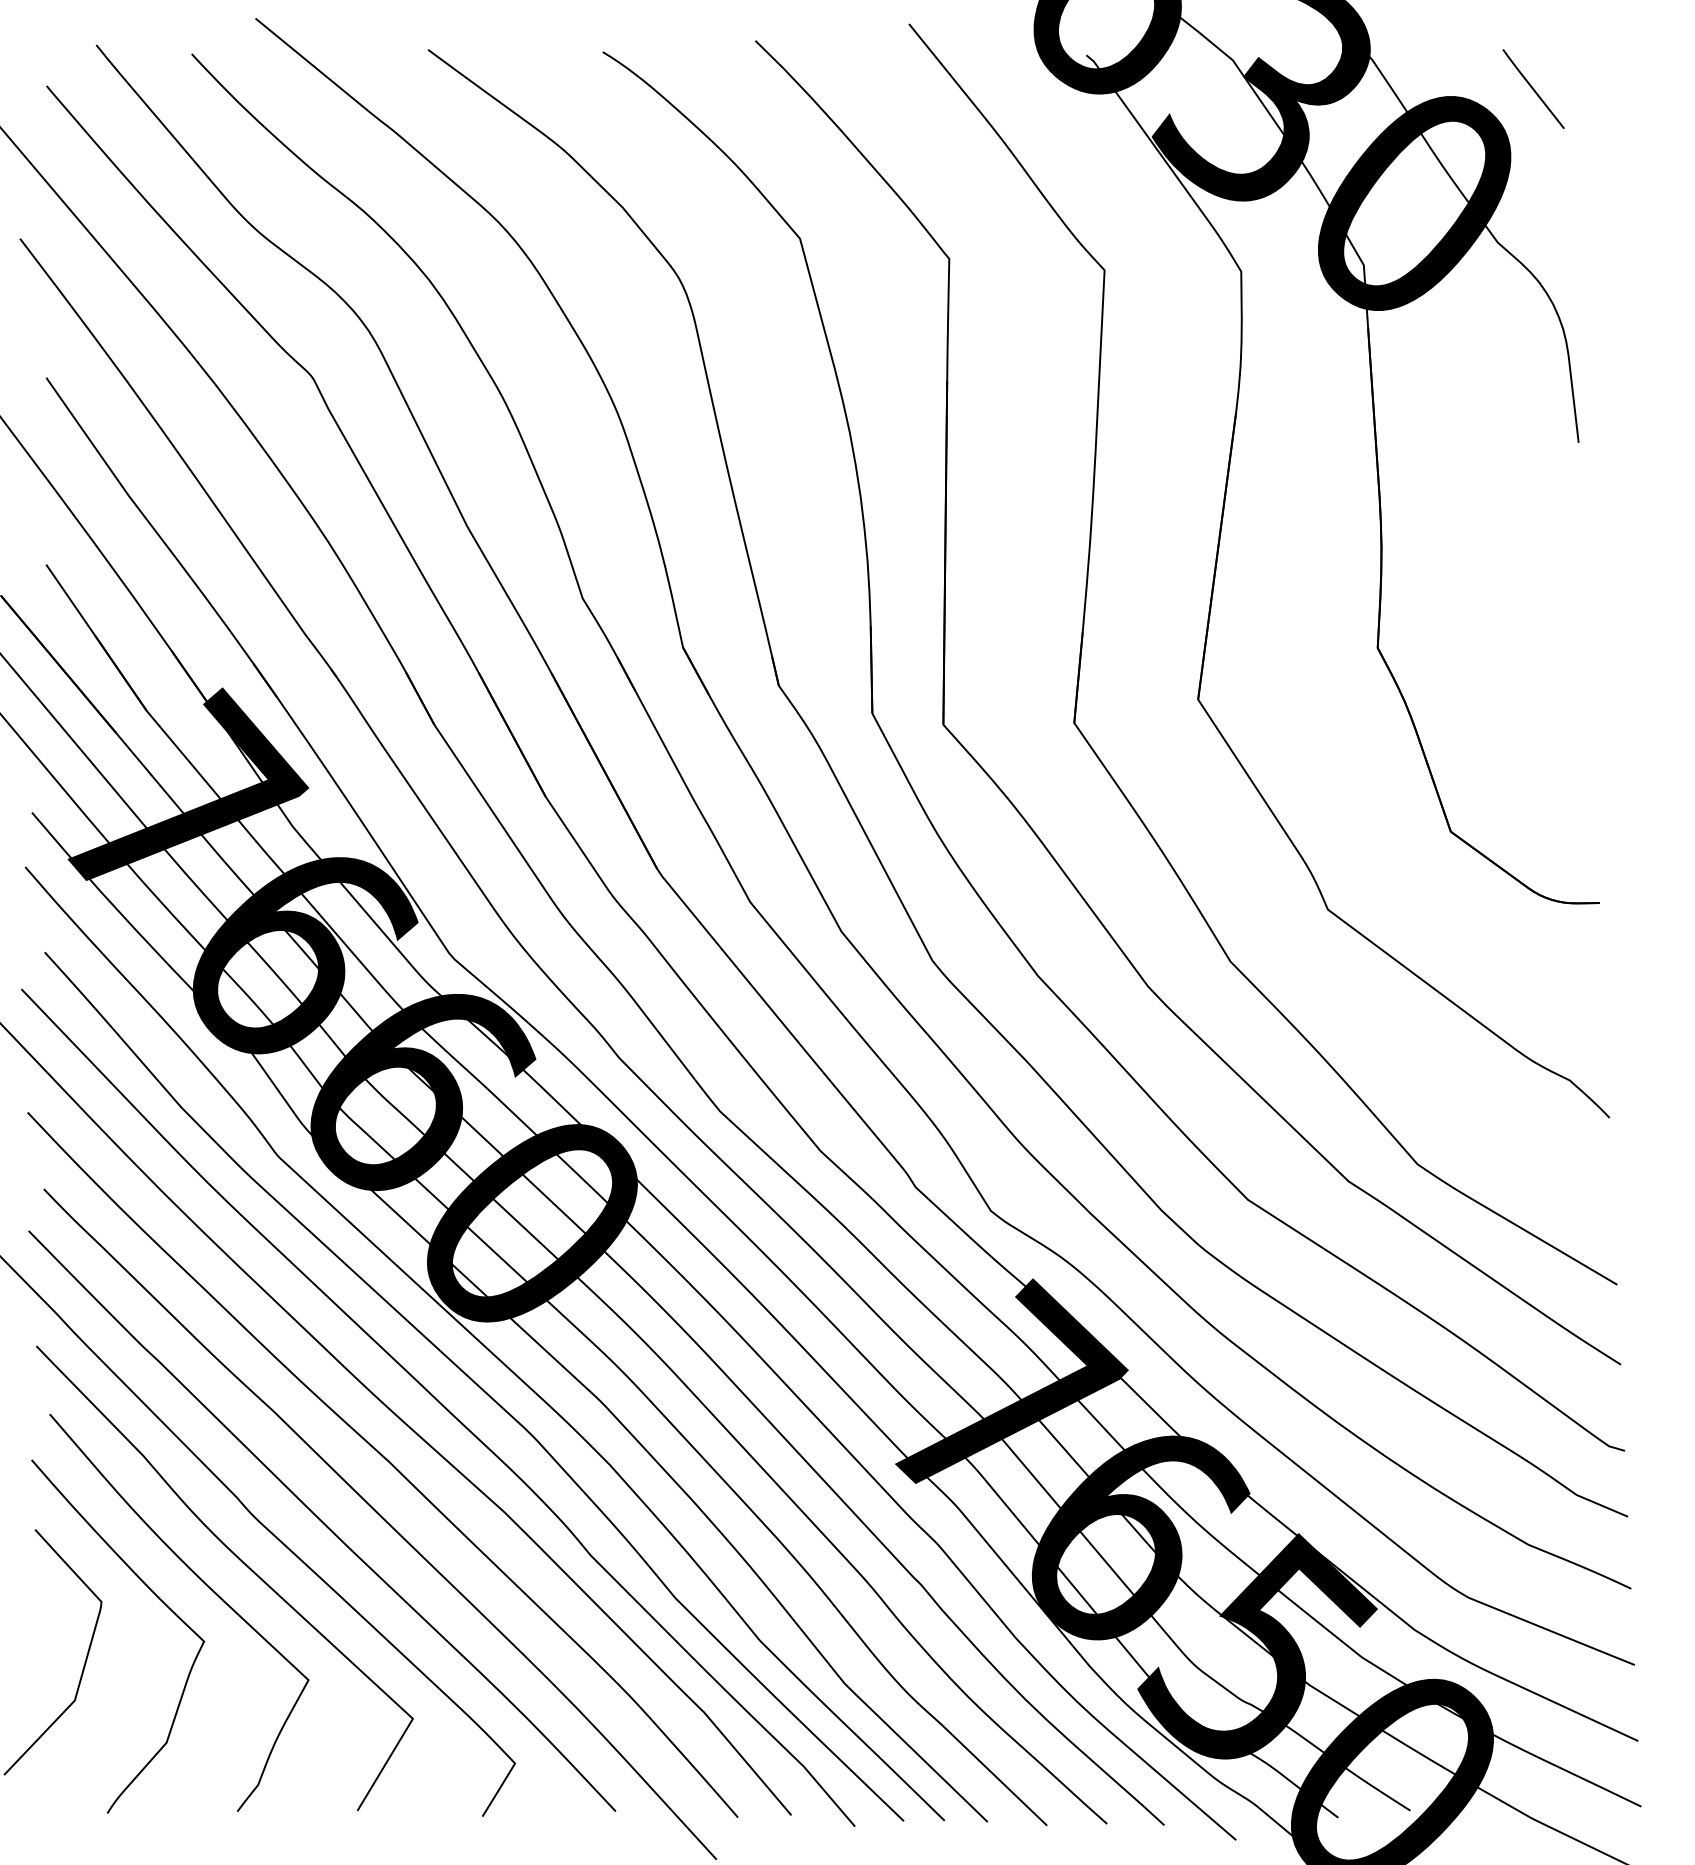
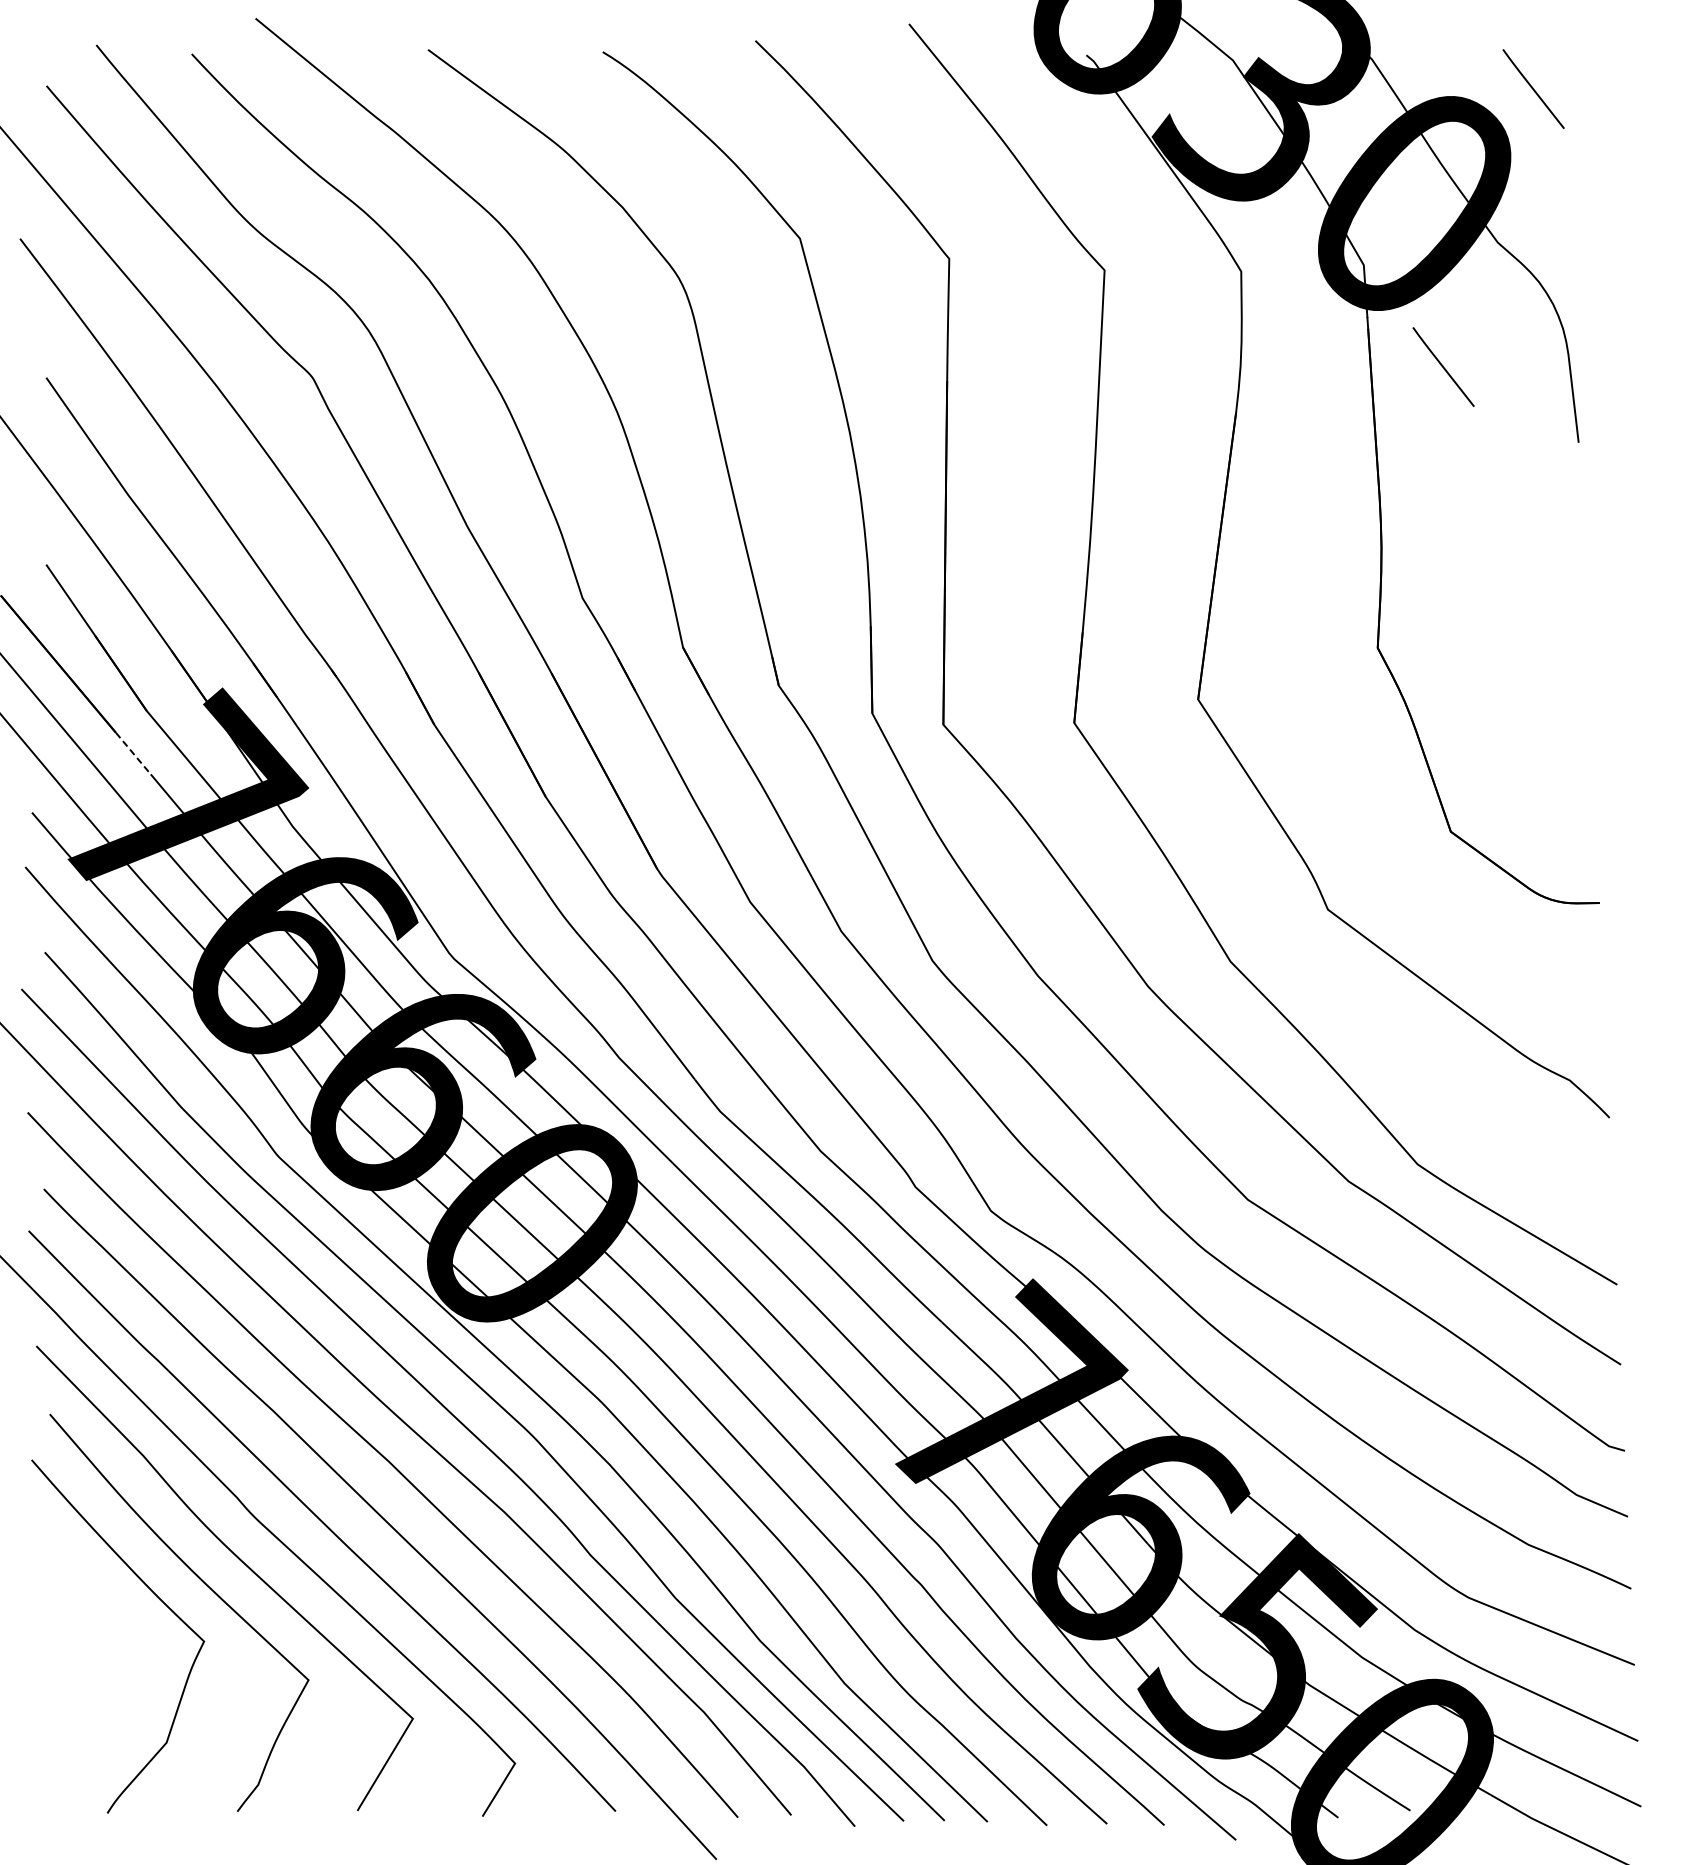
line at (1443, 366): none -> present
line at (133, 753): solid -> dashed
curve at (84, 1661): present -> none
